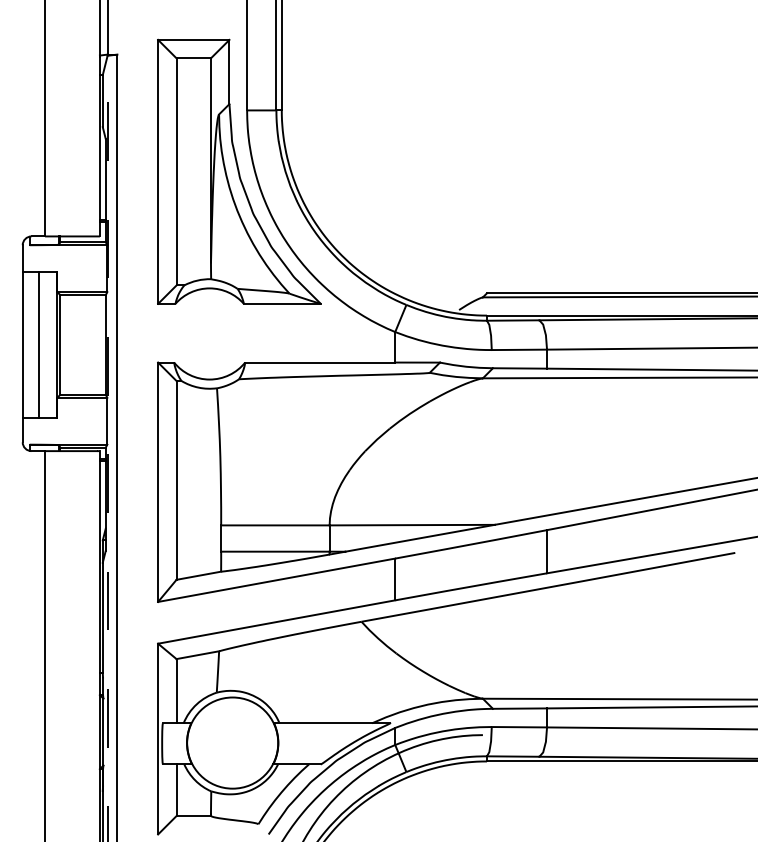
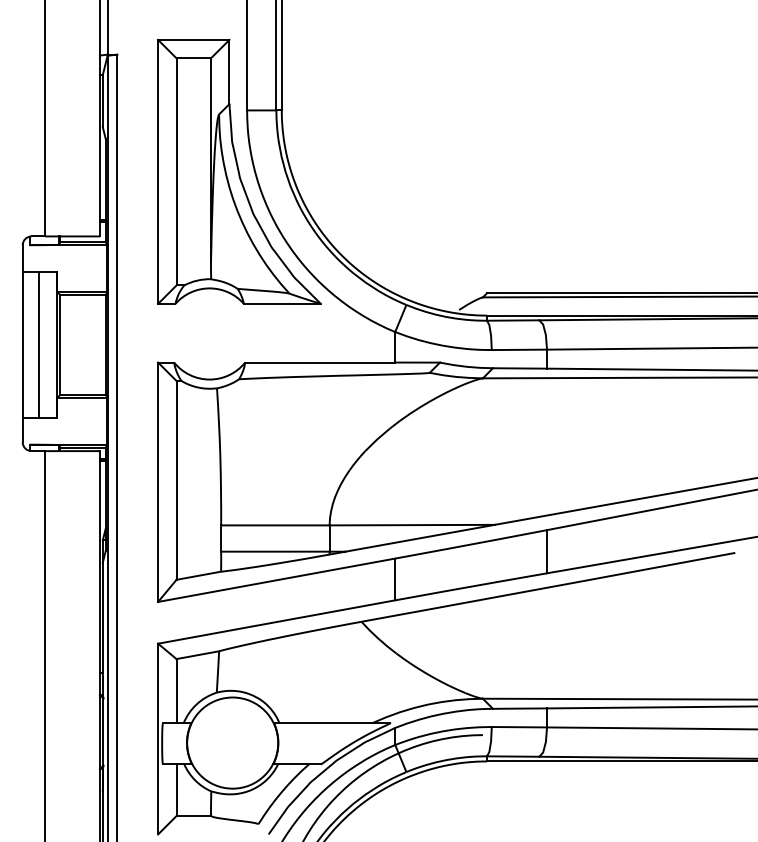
line at (107, 448): dashed -> solid
